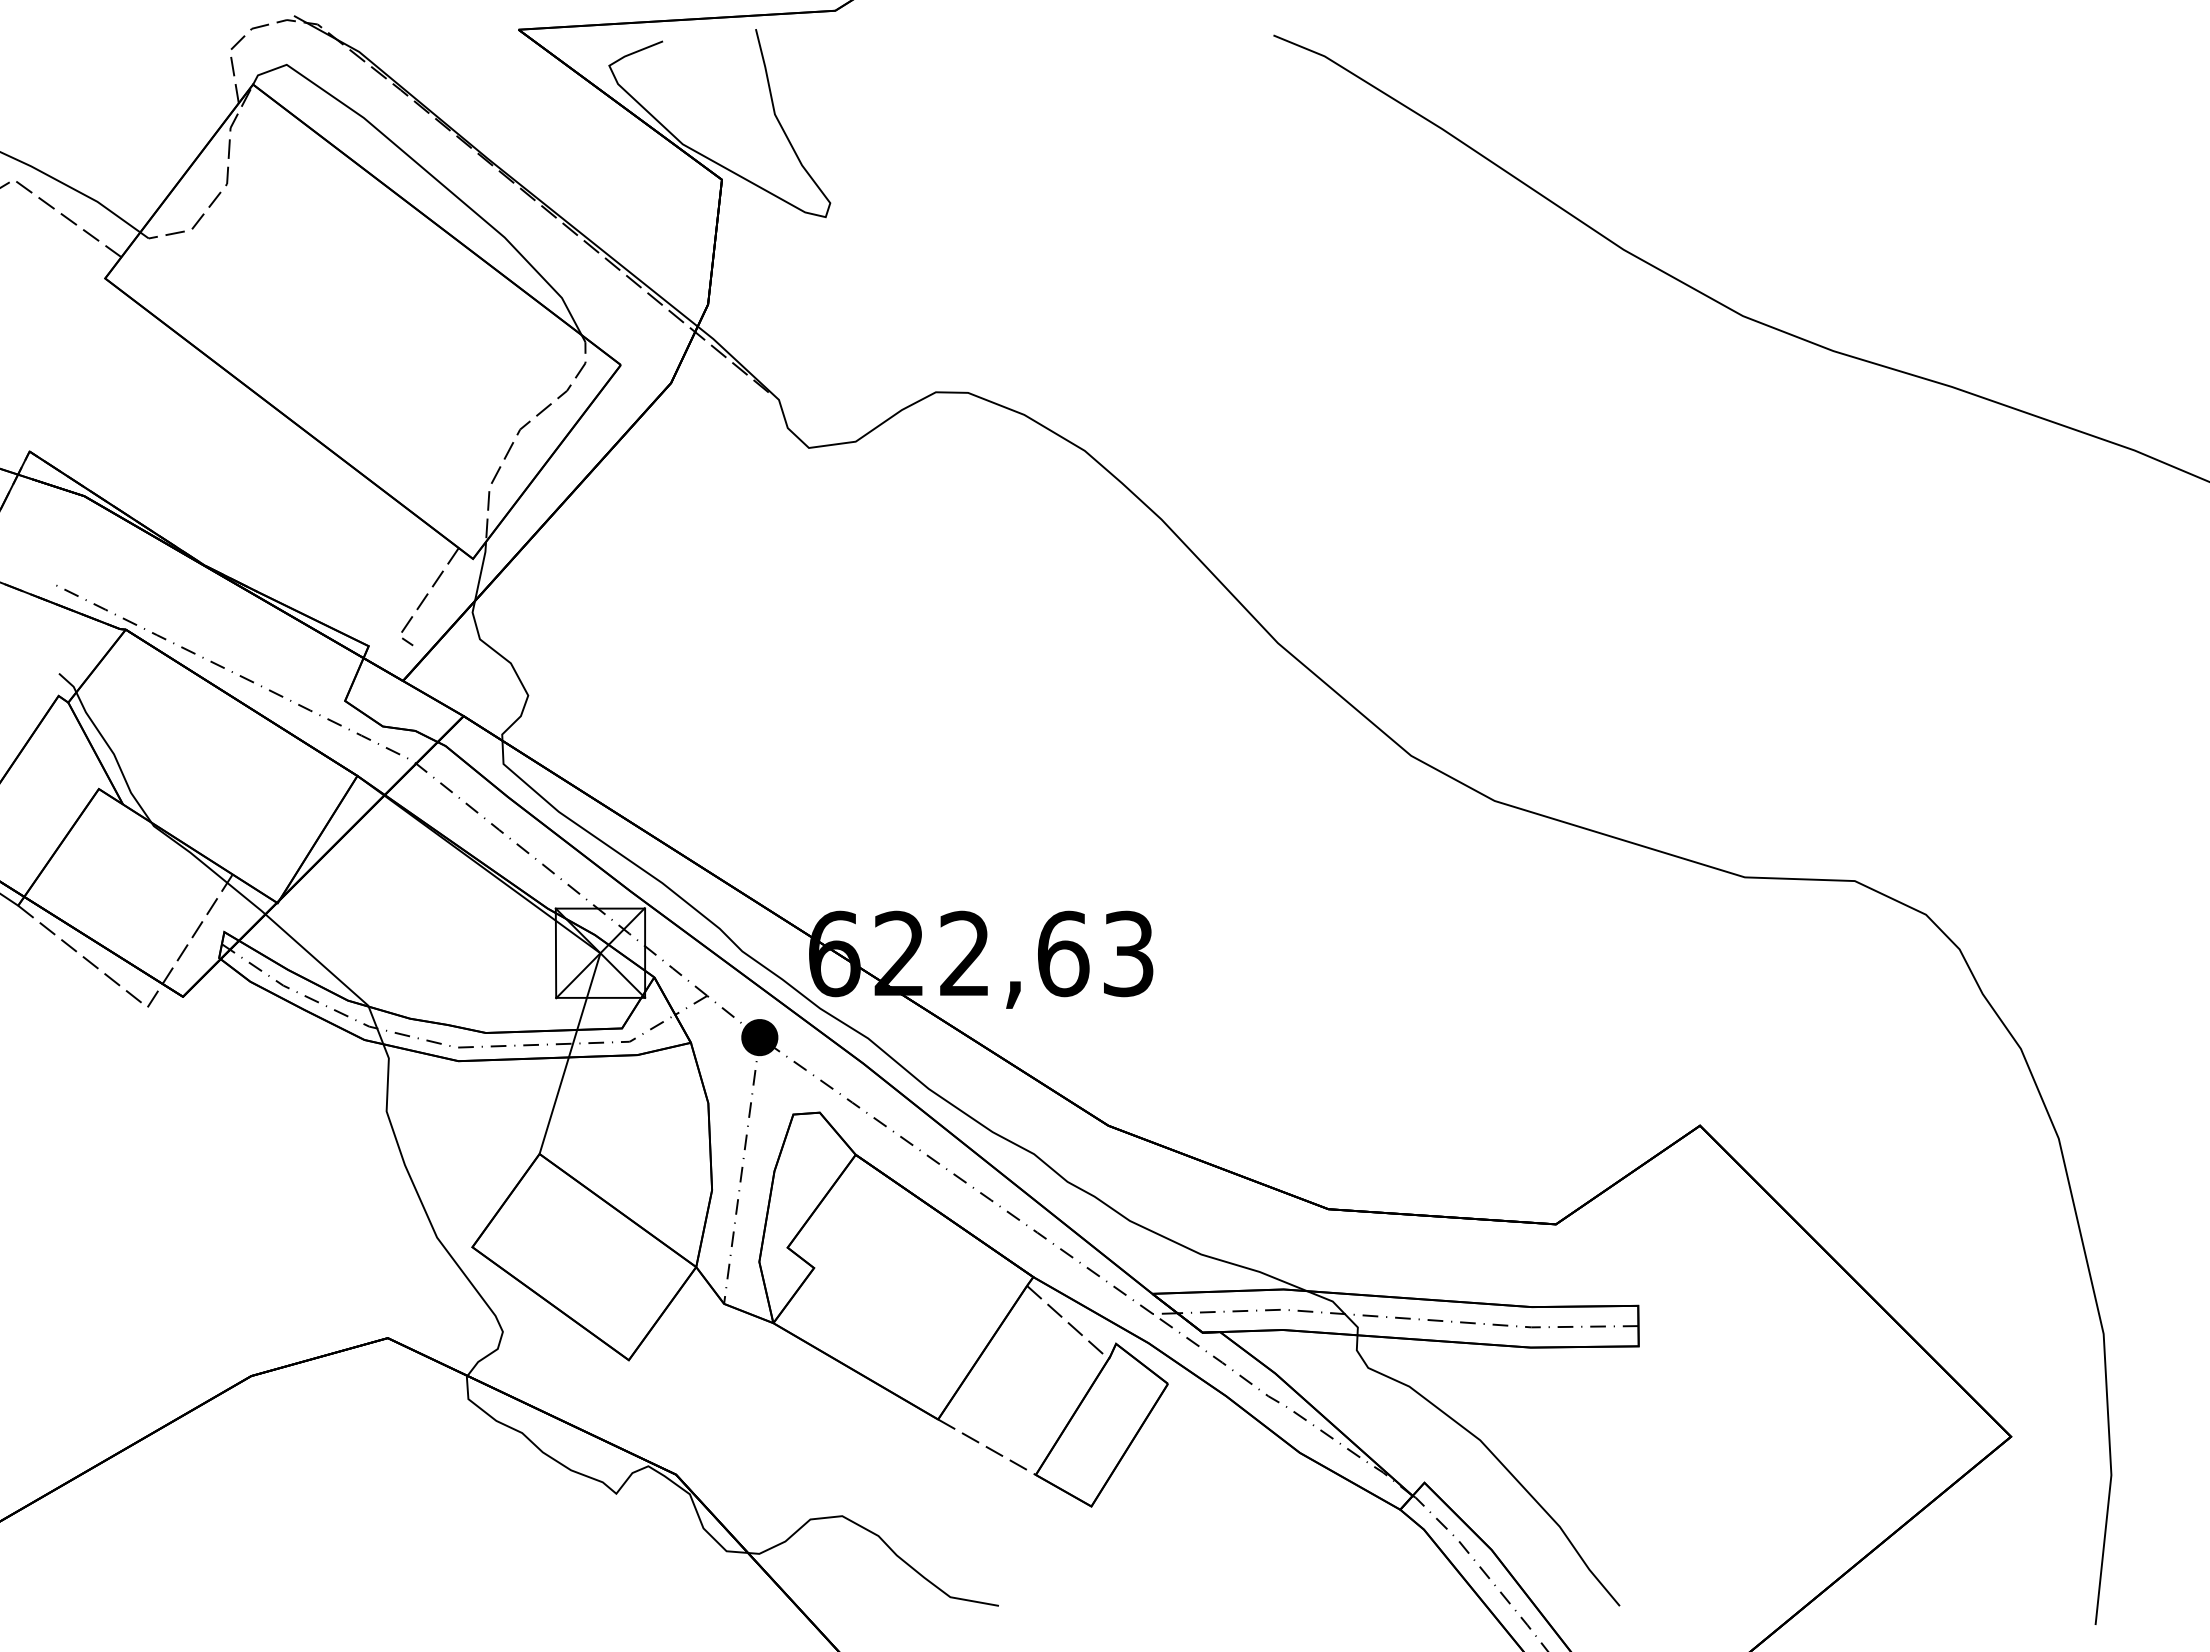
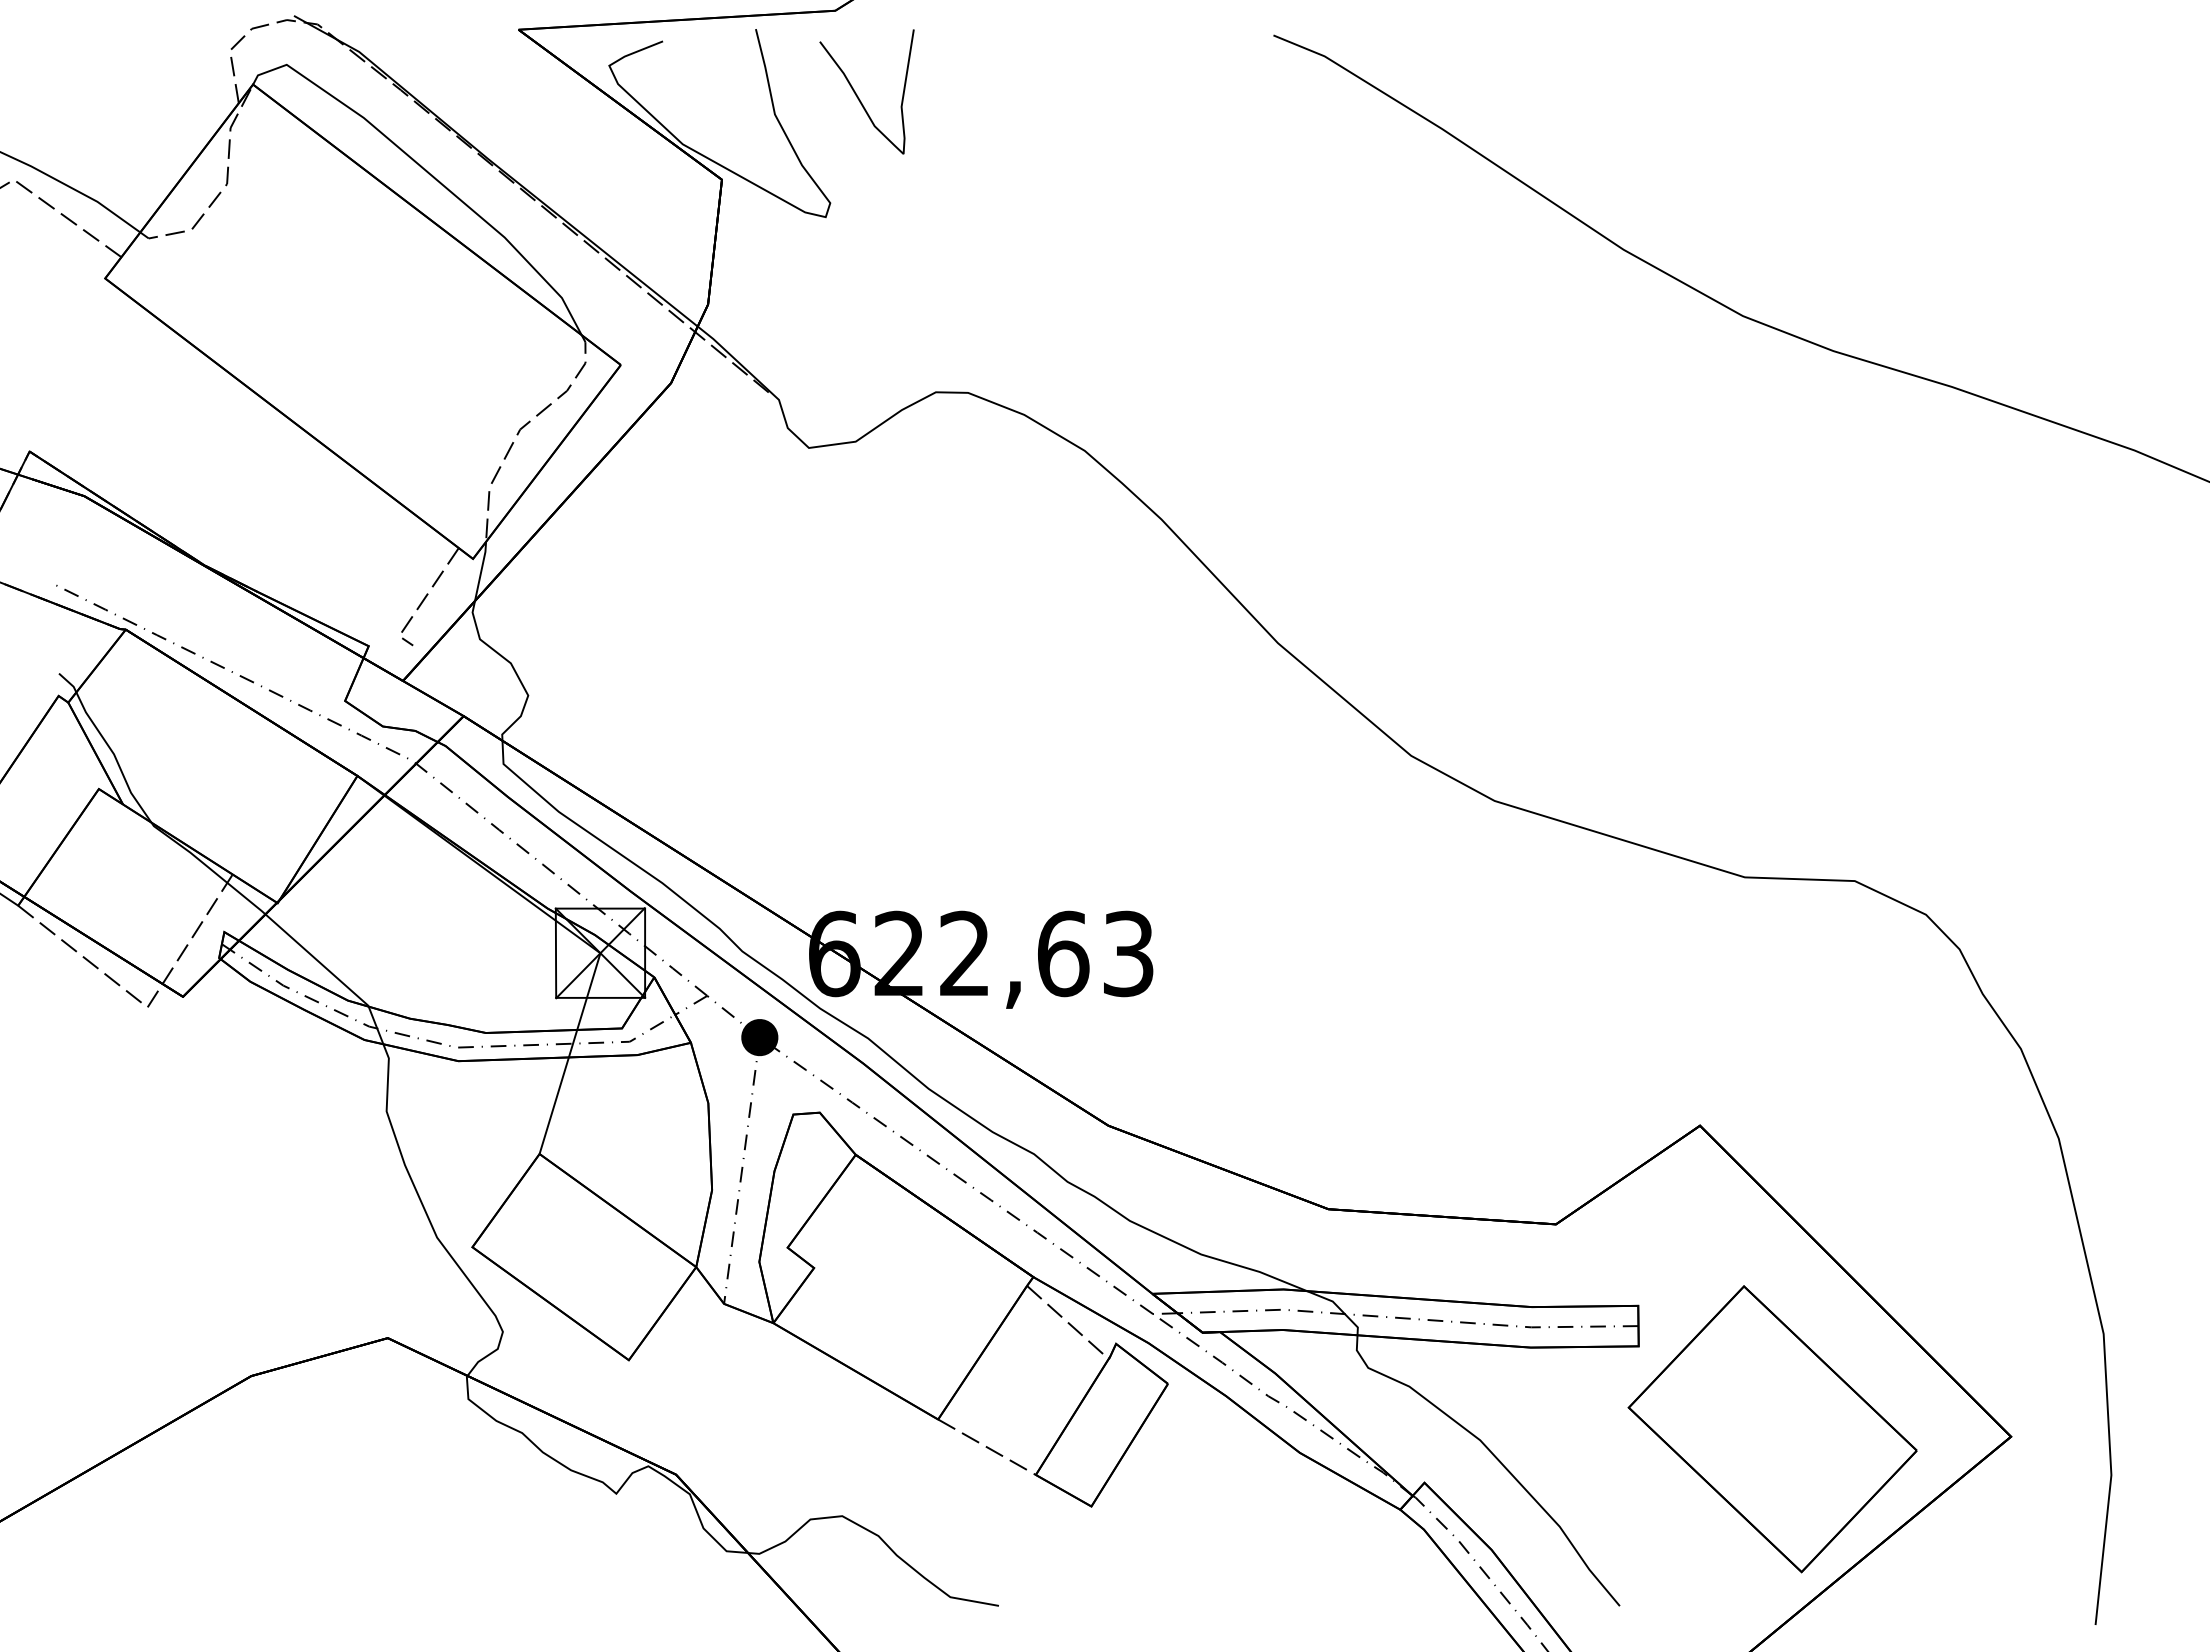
curve at (858, 96): none -> present
part at (1772, 1429): none -> present
